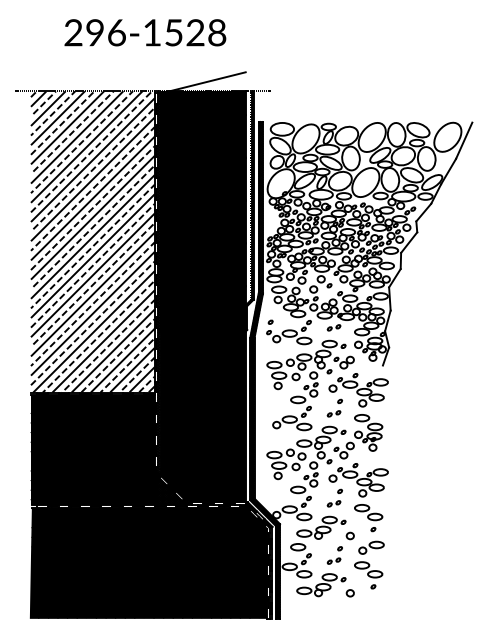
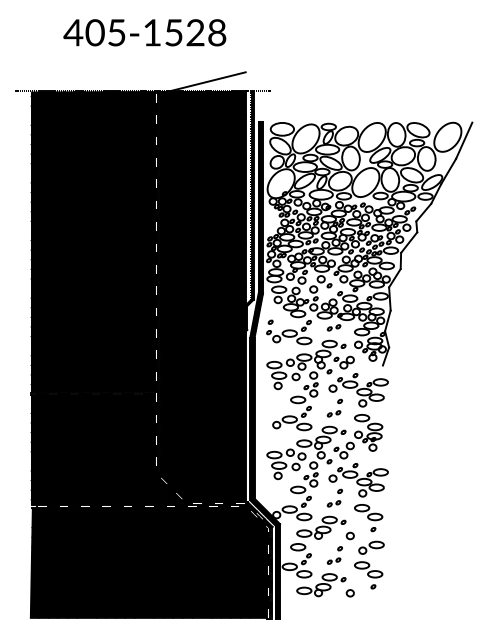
text at (94, 32): 296-1528 -> 405-1528
fill at (92, 241): none -> present
